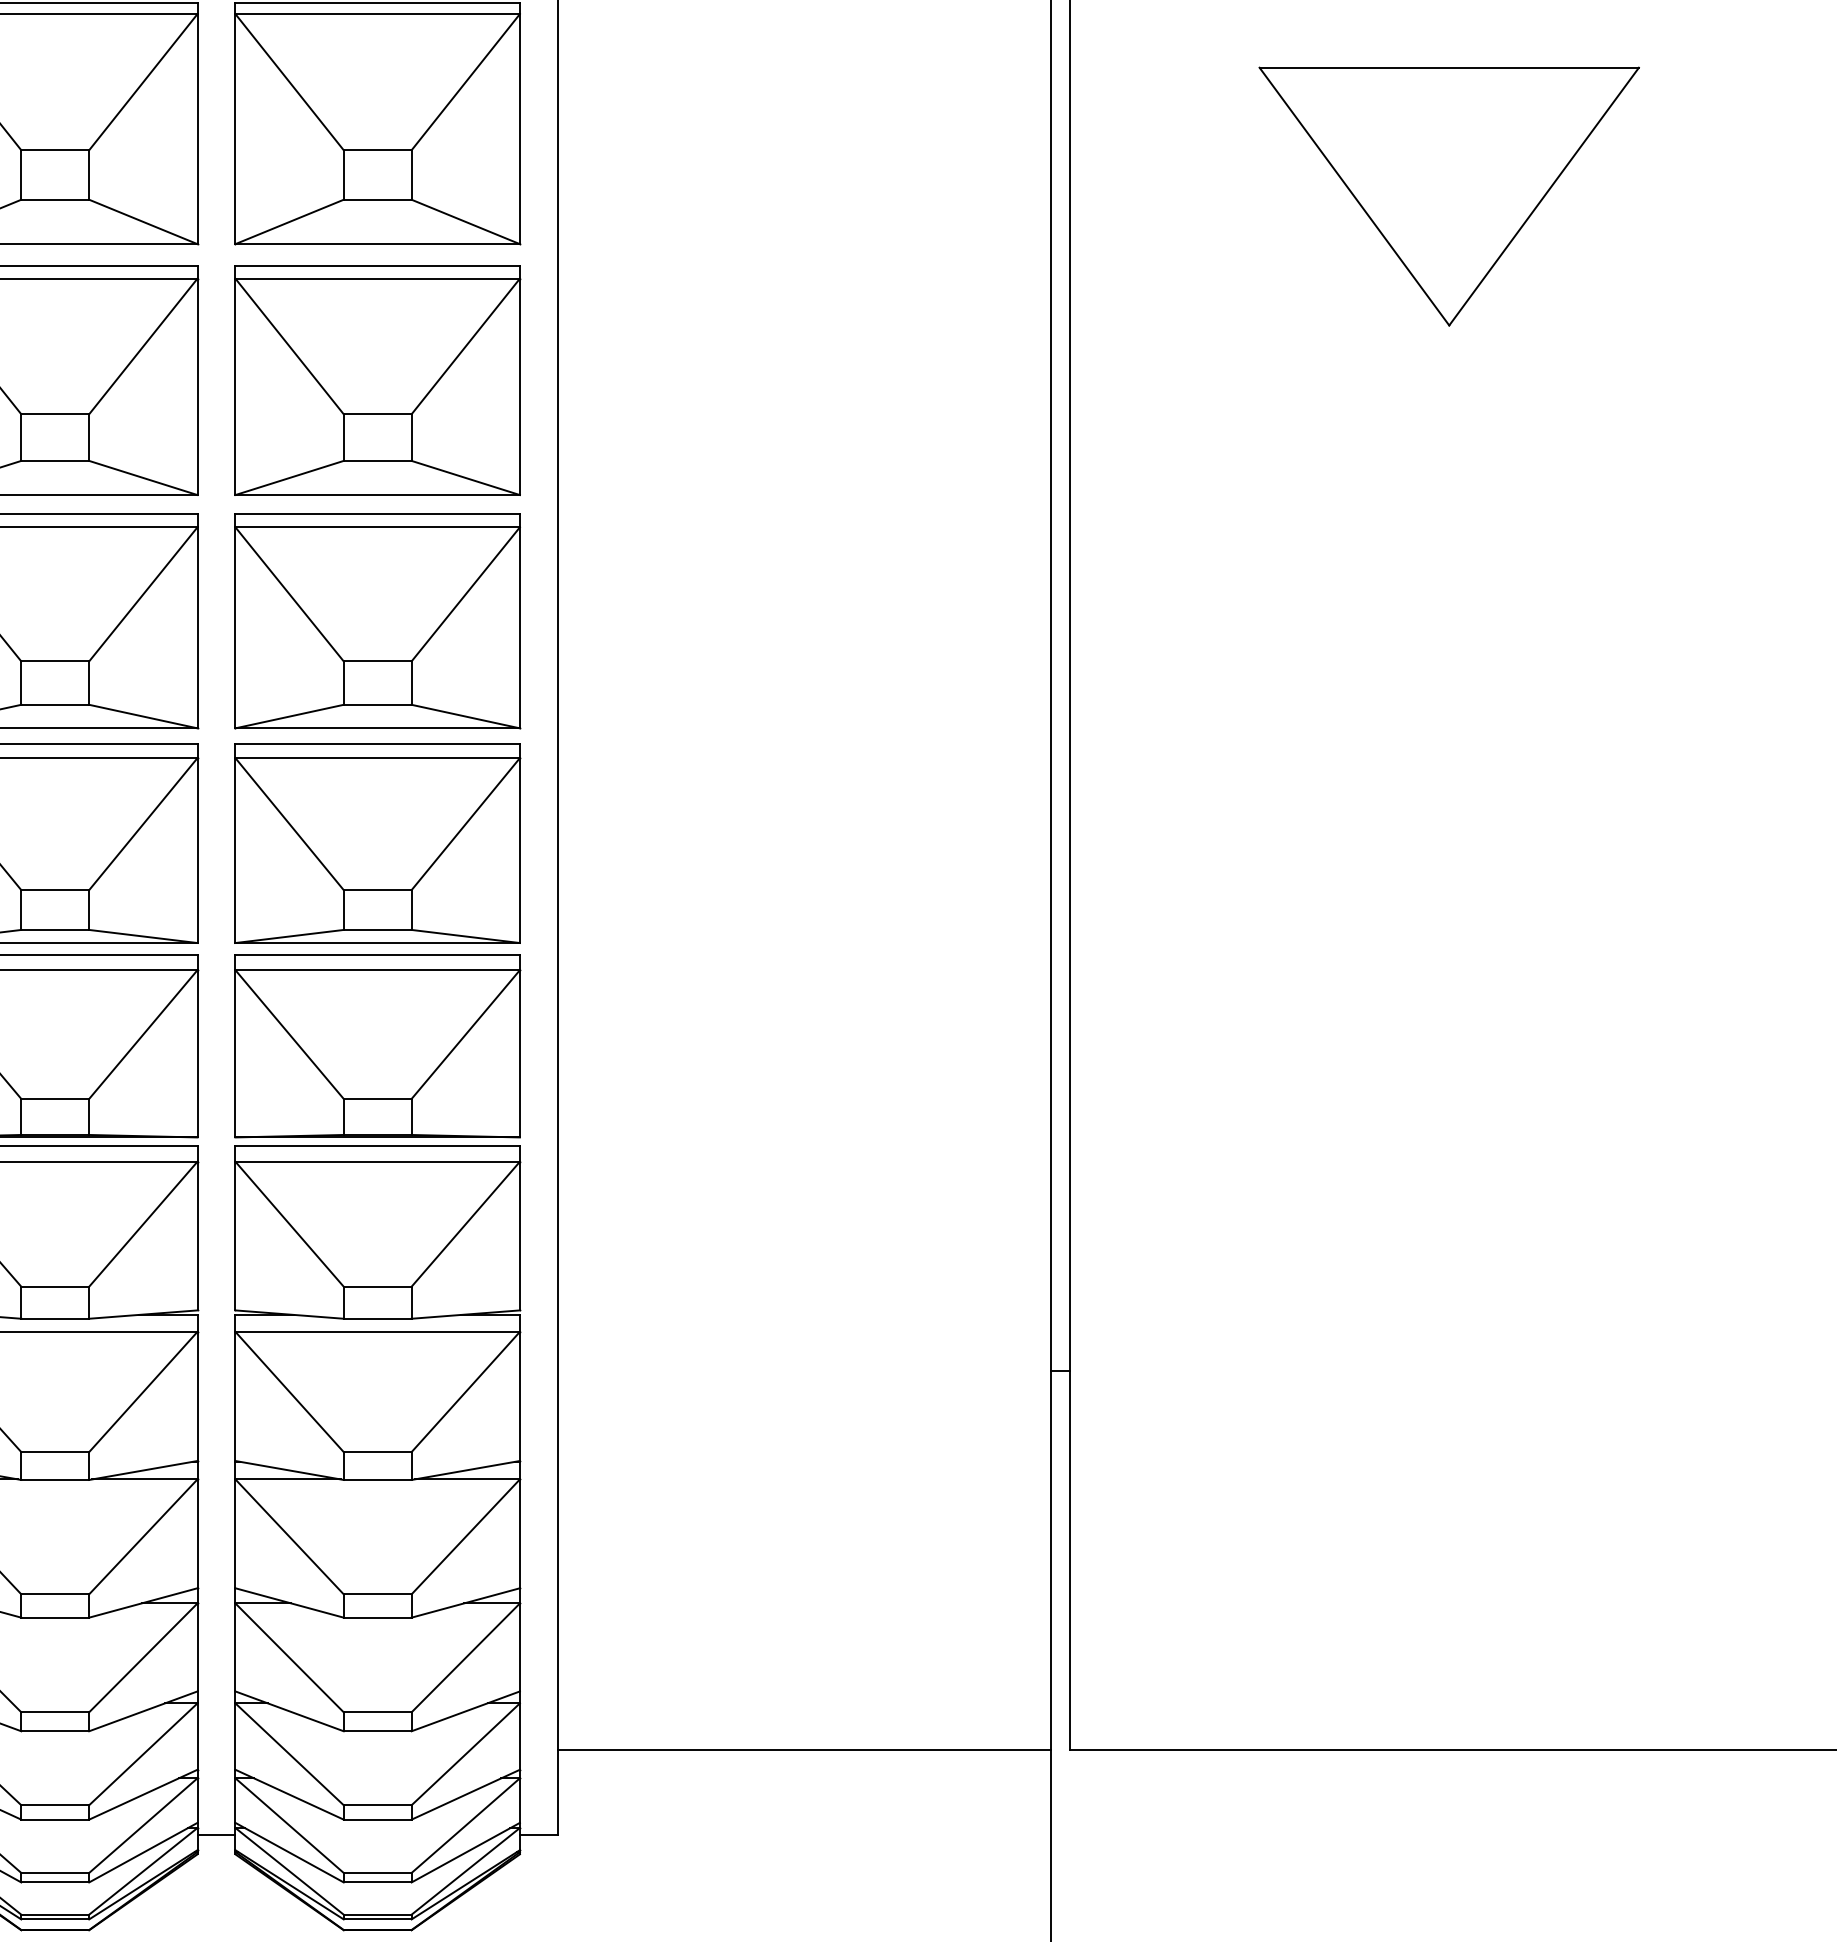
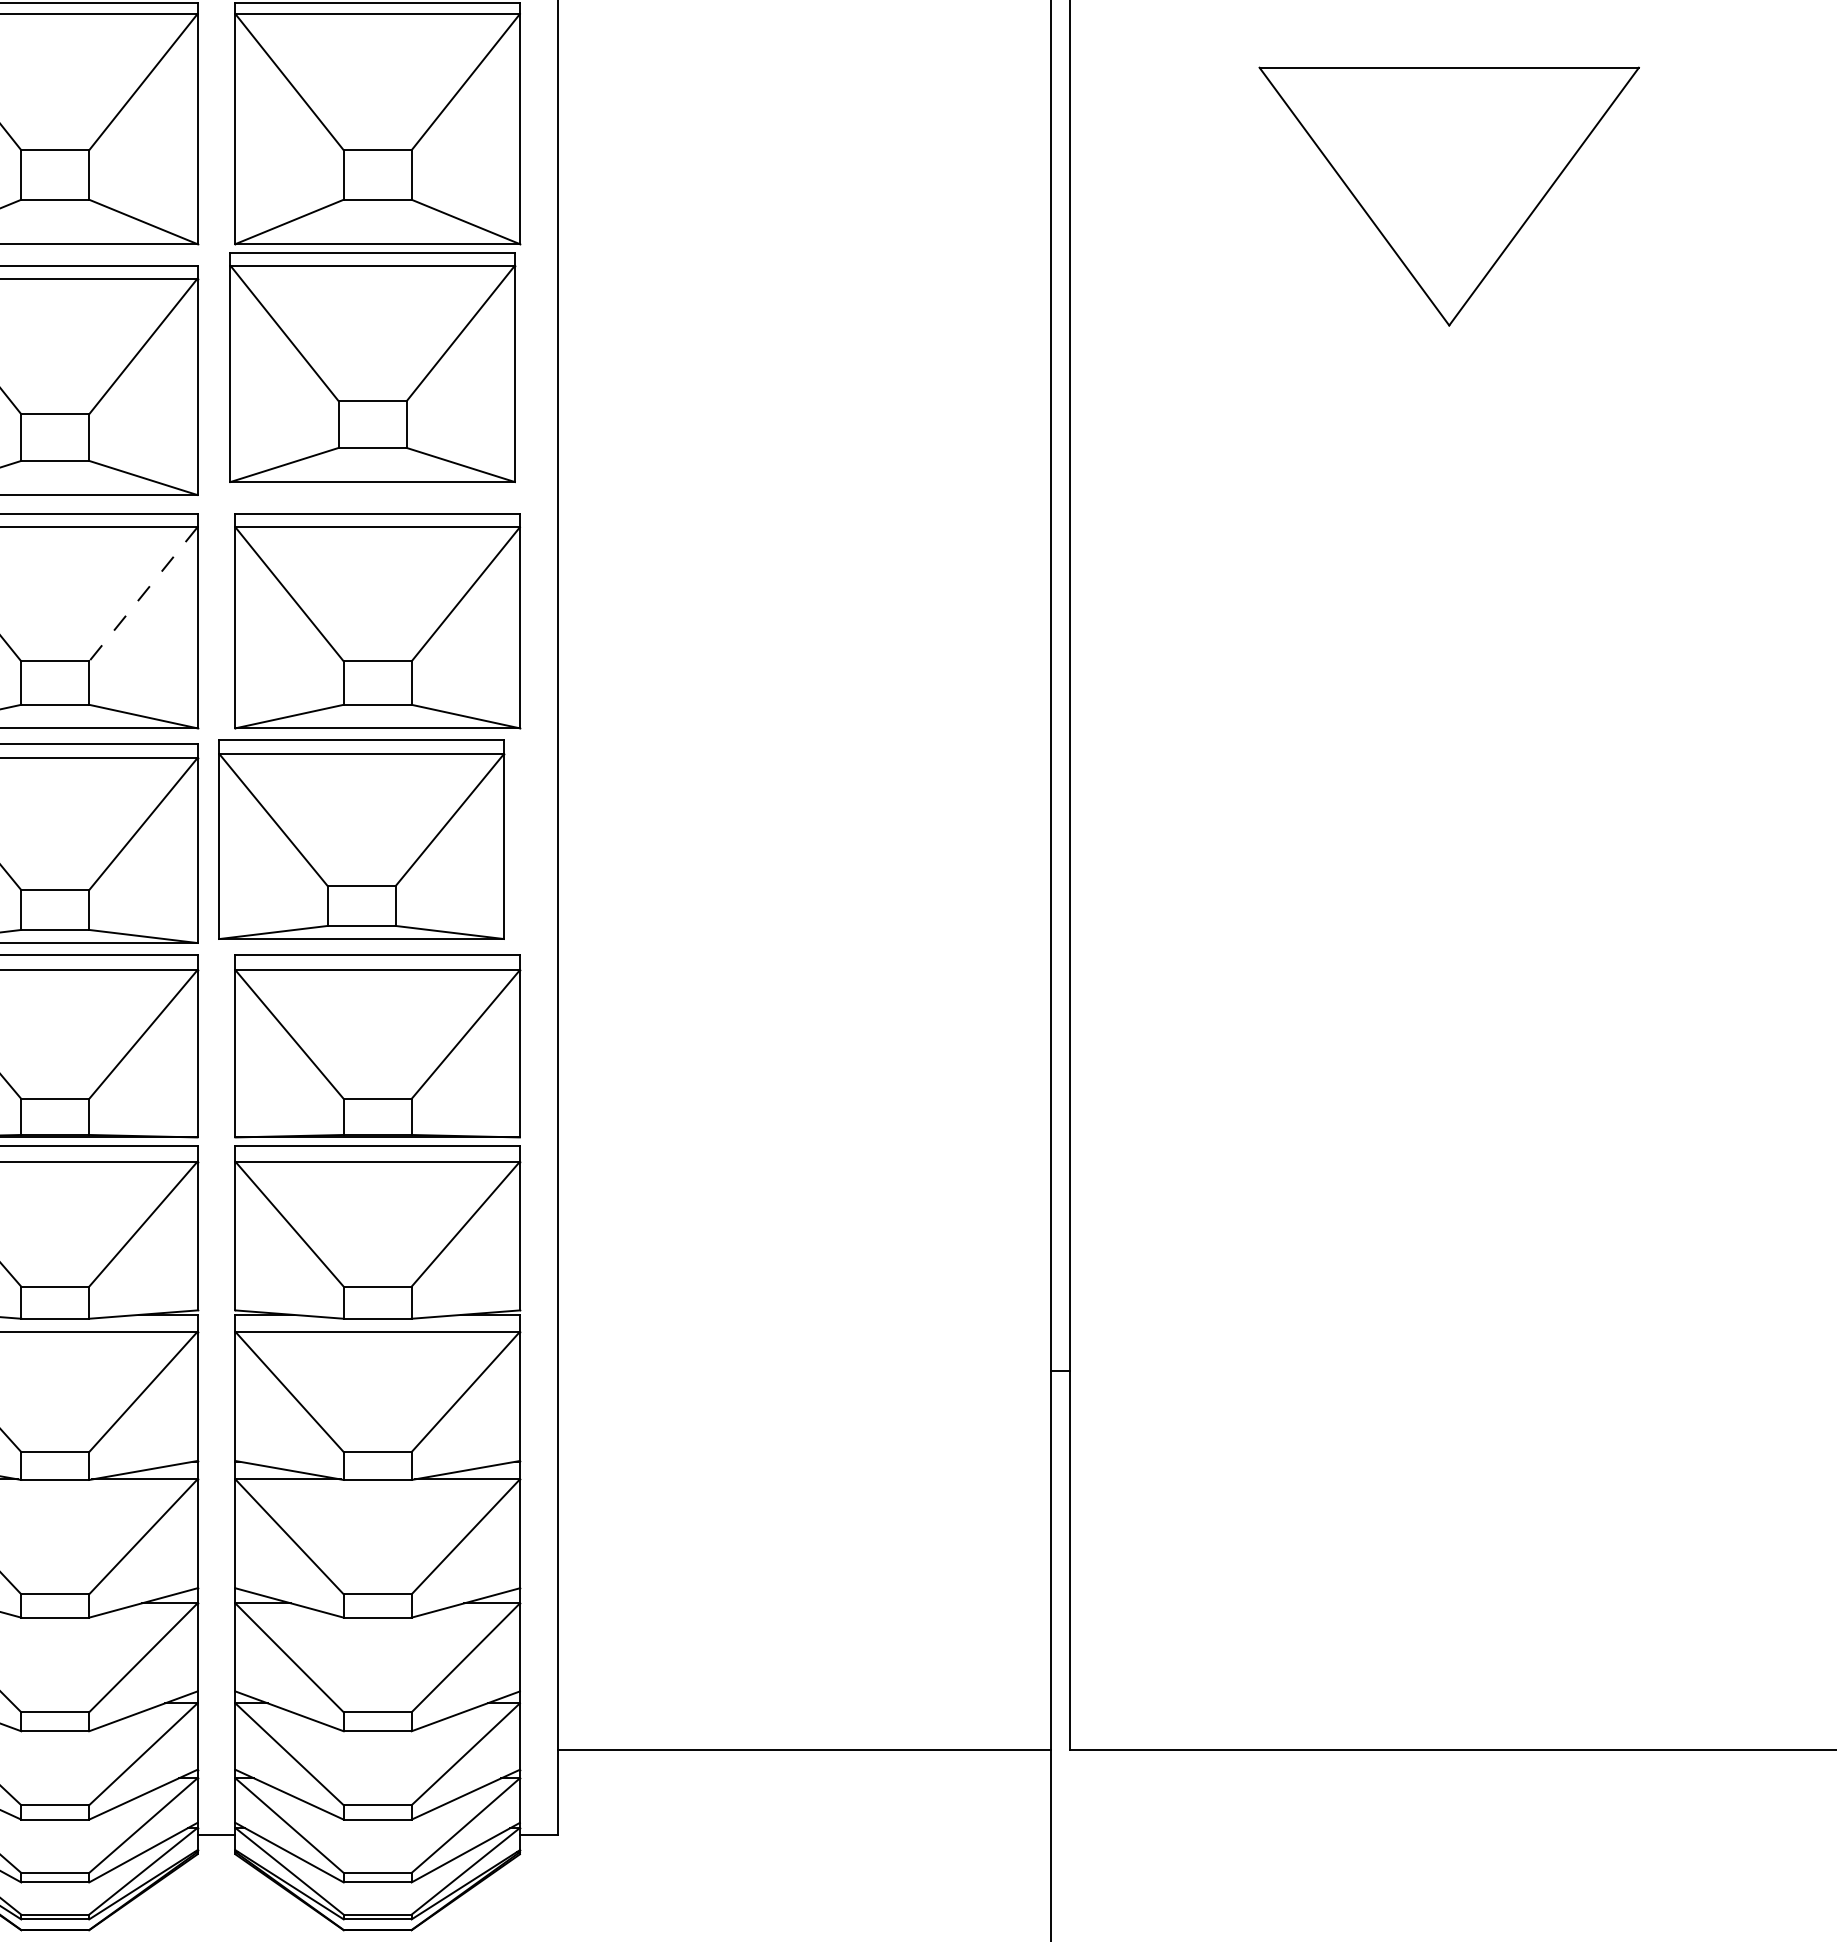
part at (377, 380) position: (377, 380) -> (372, 367)
line at (143, 594): solid -> dashed
part at (377, 843) position: (377, 843) -> (361, 839)
